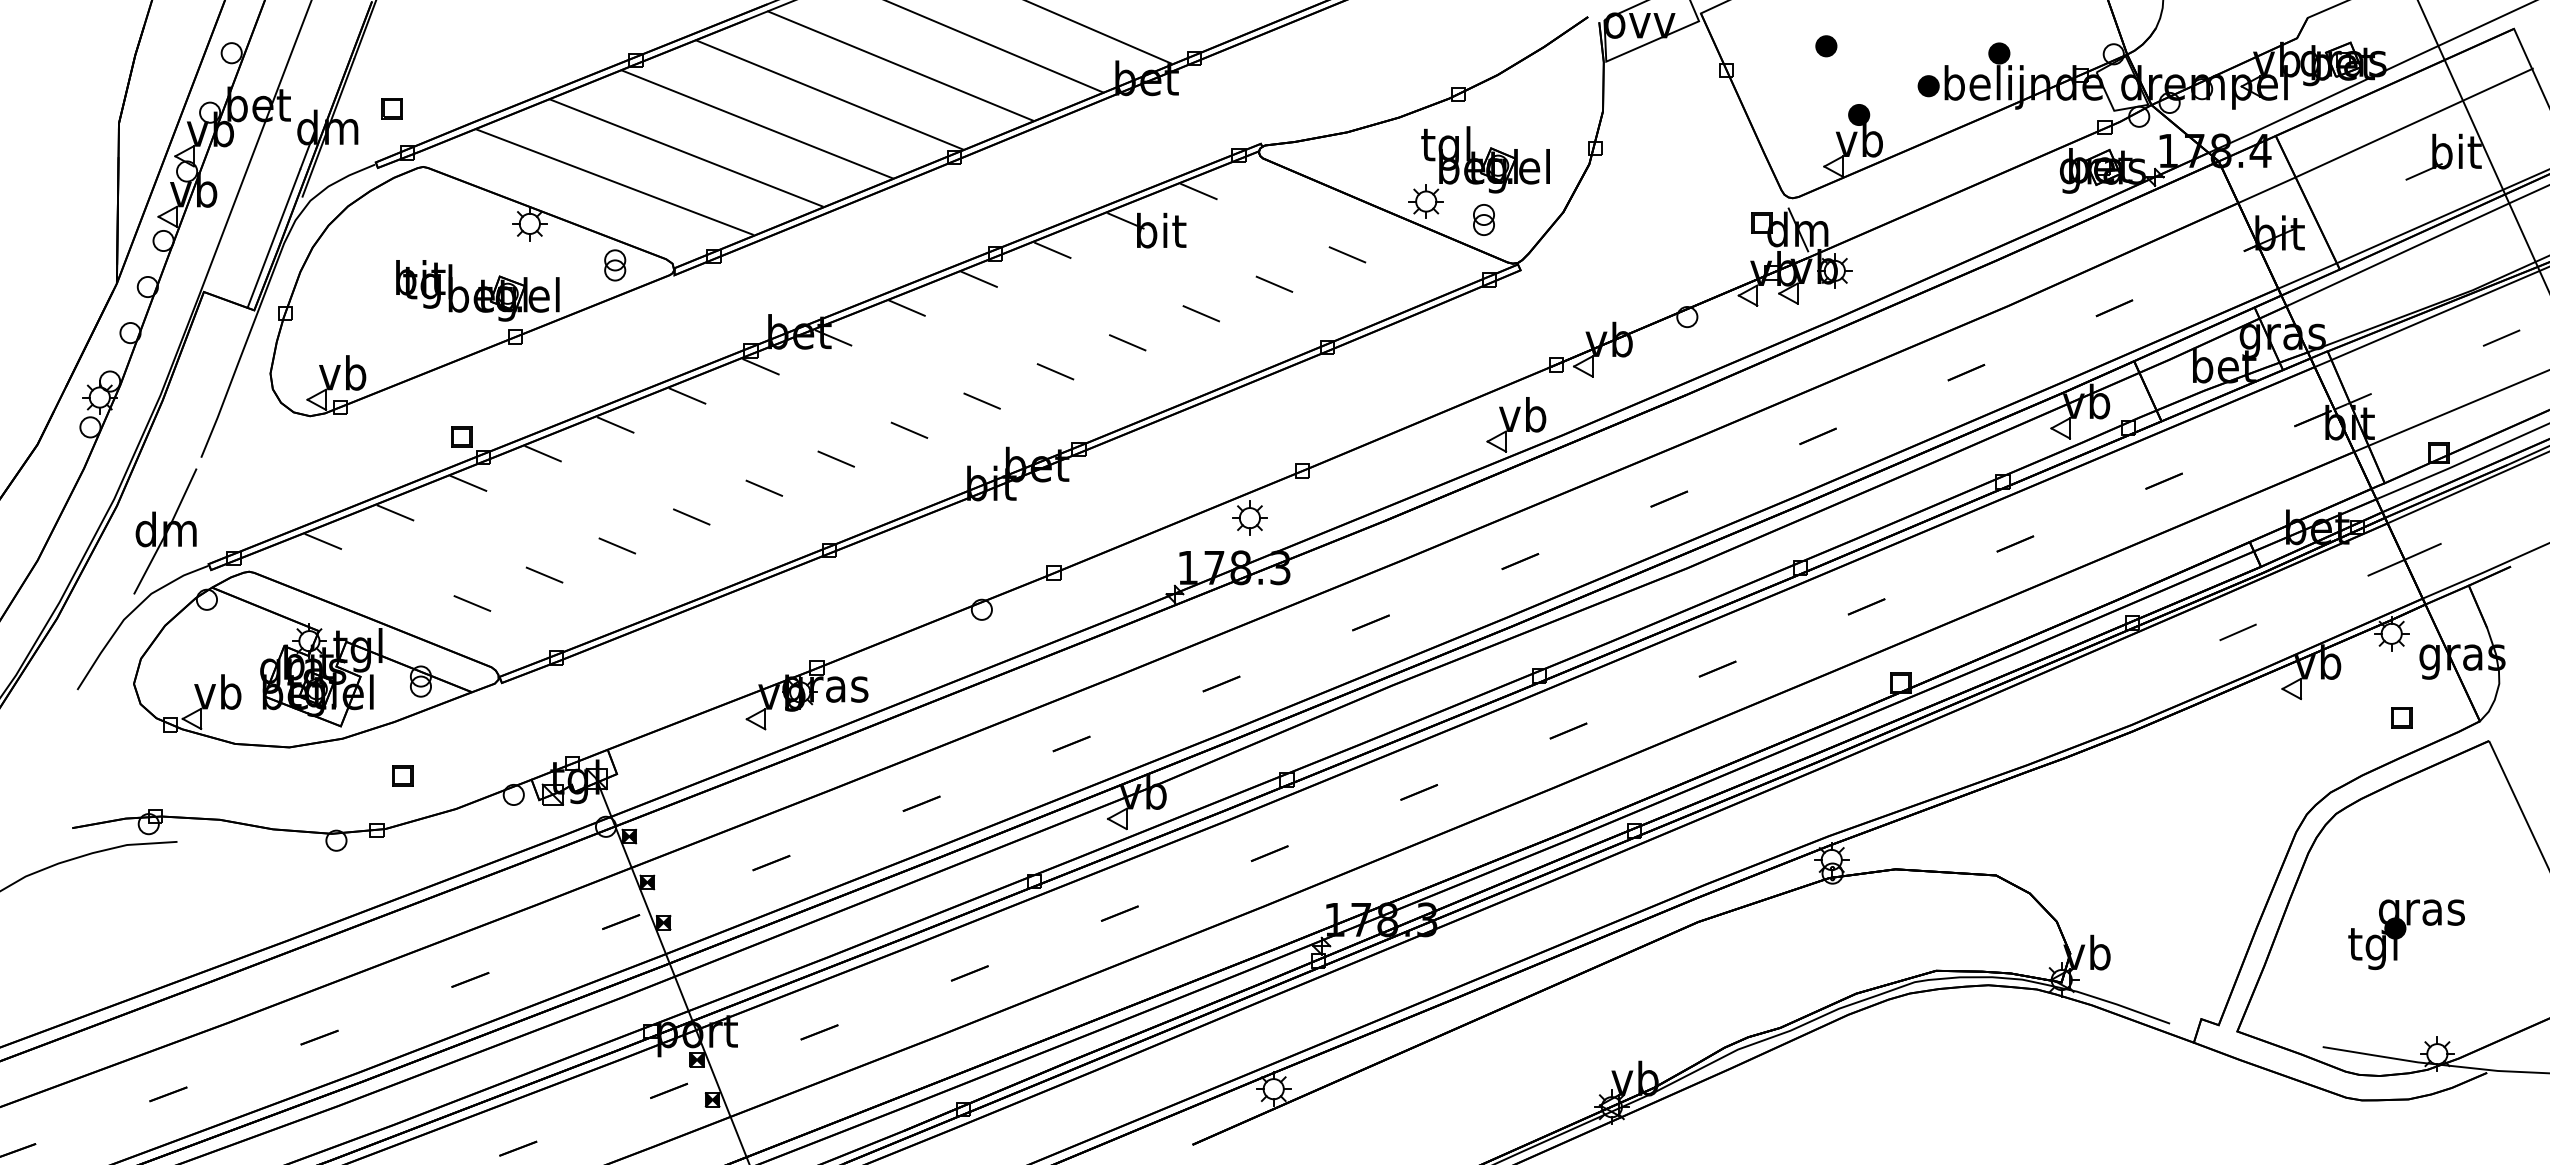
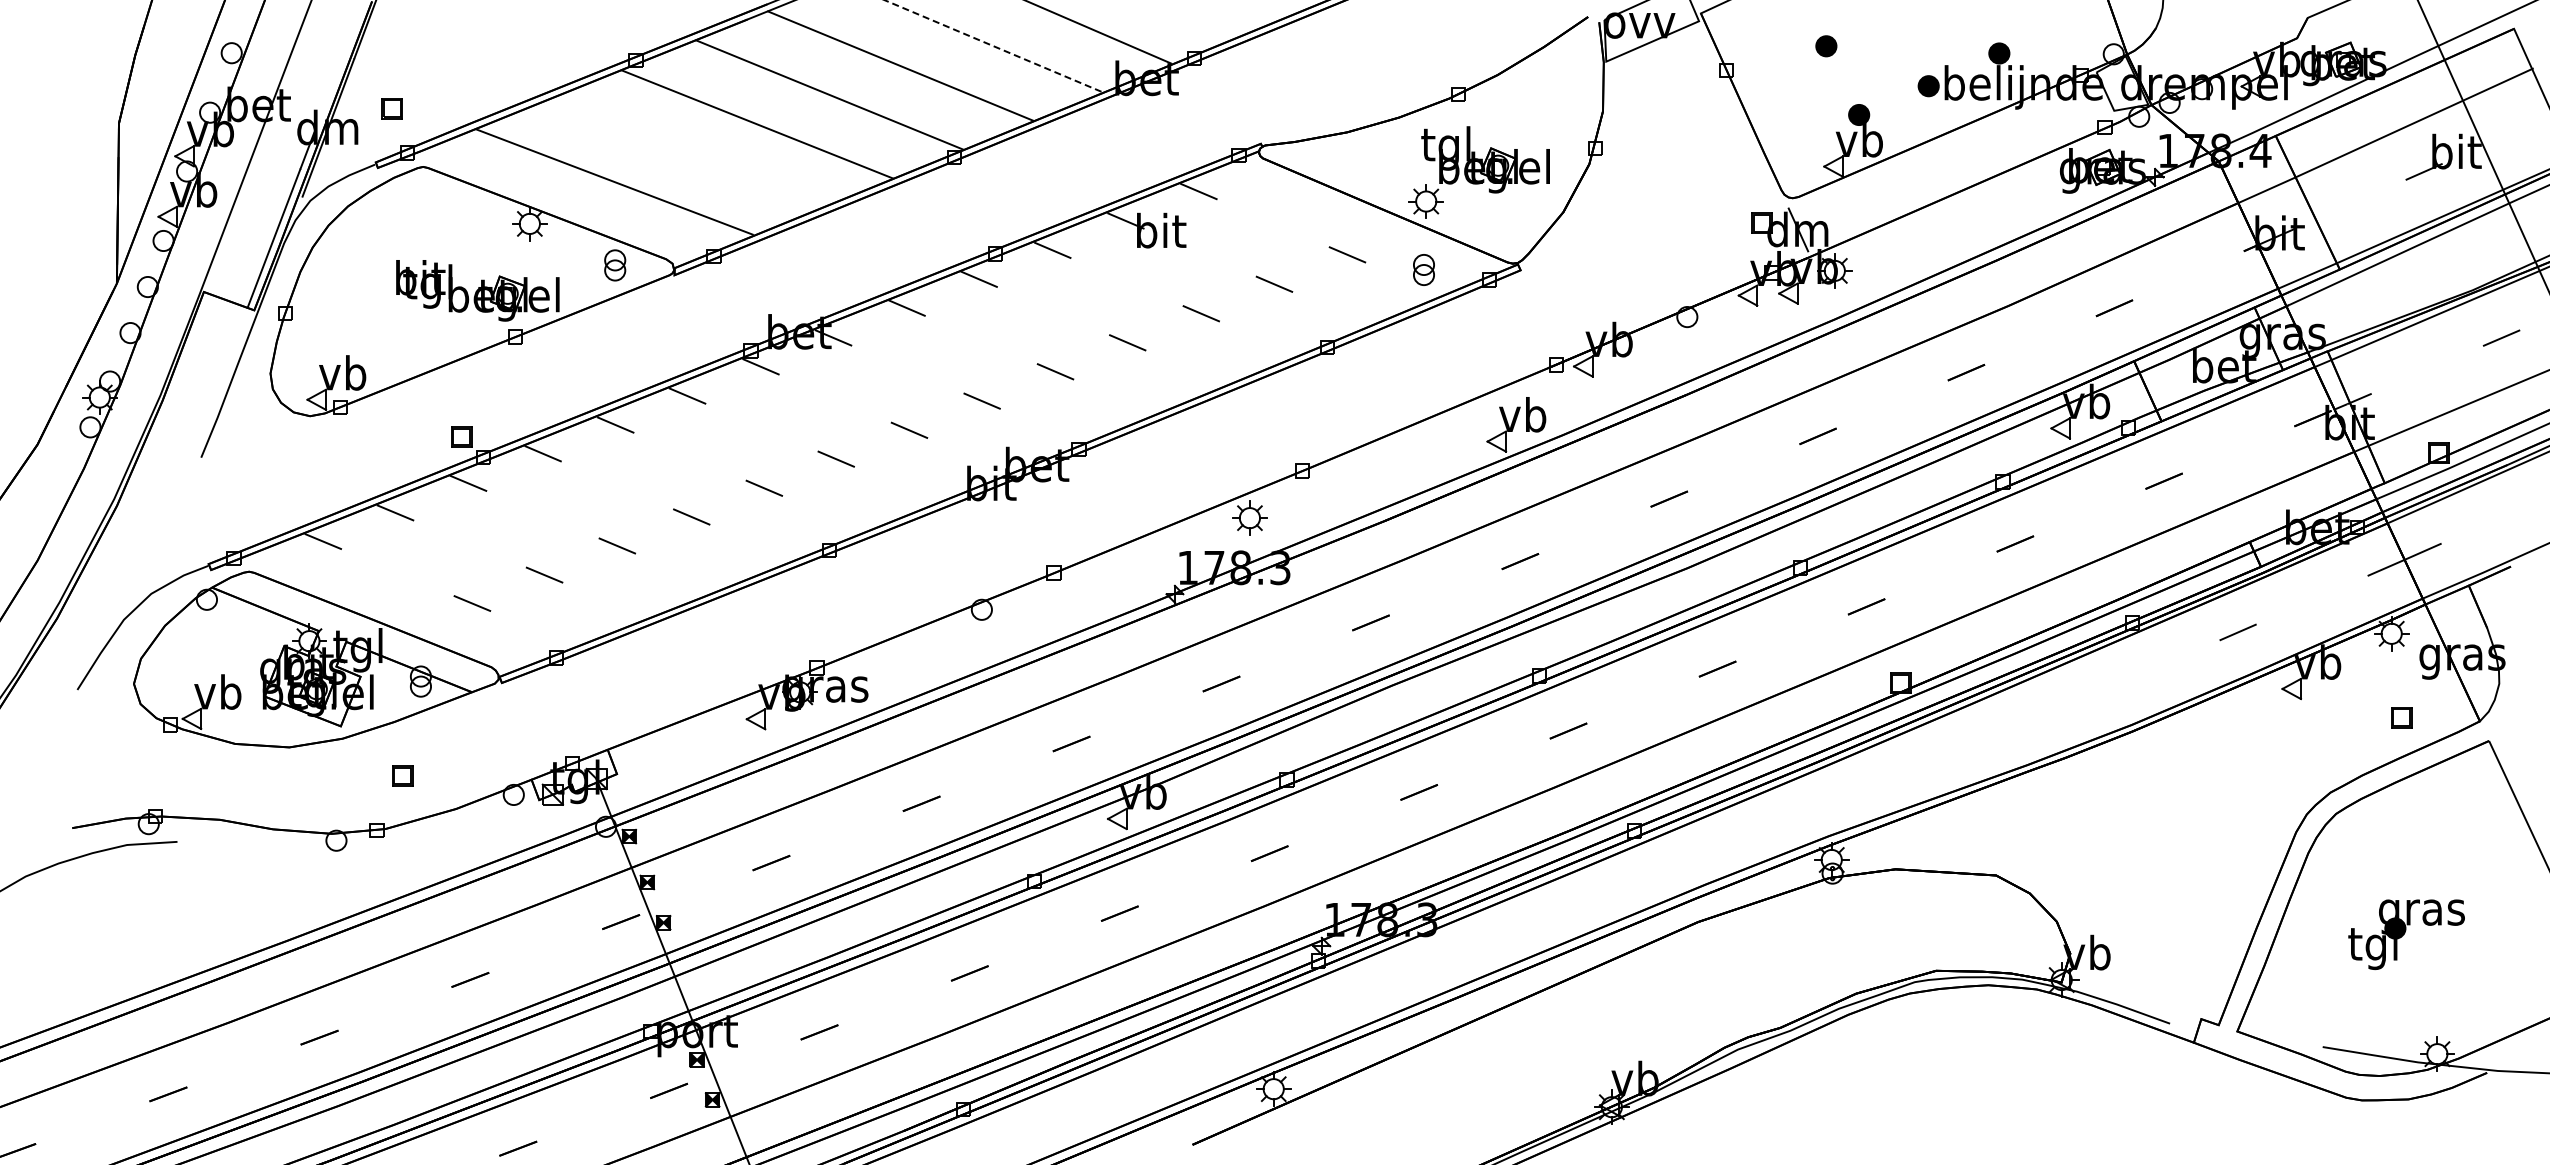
line at (994, 46): solid -> dashed
line at (686, 152): present -> none
part at (1483, 219) position: (1483, 219) -> (1423, 269)
part at (165, 531): present -> none
